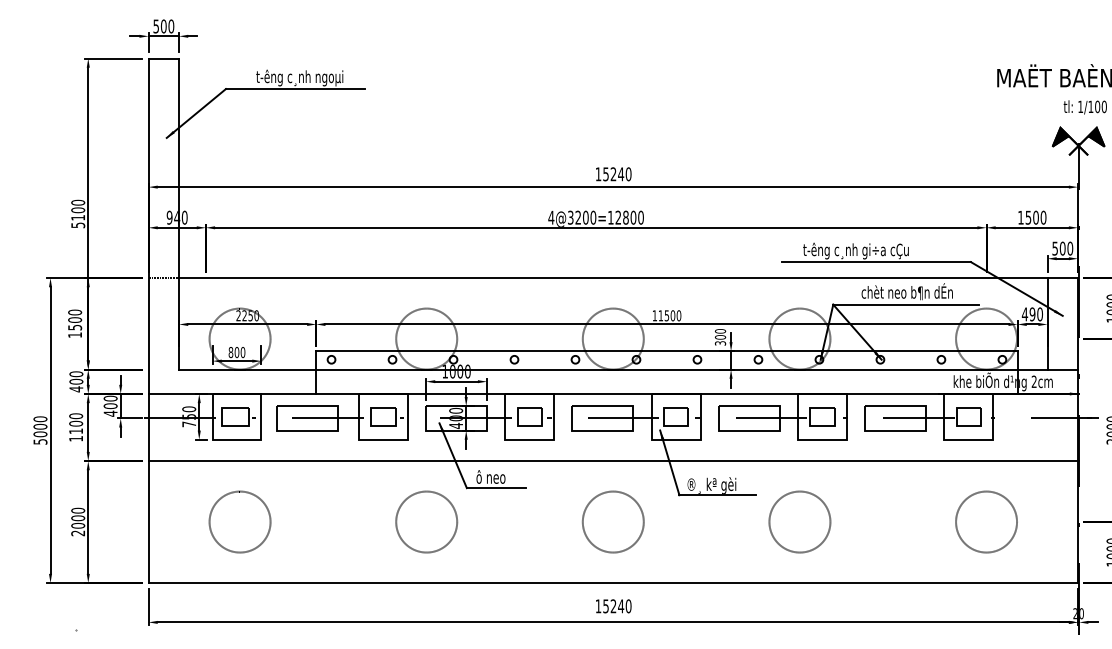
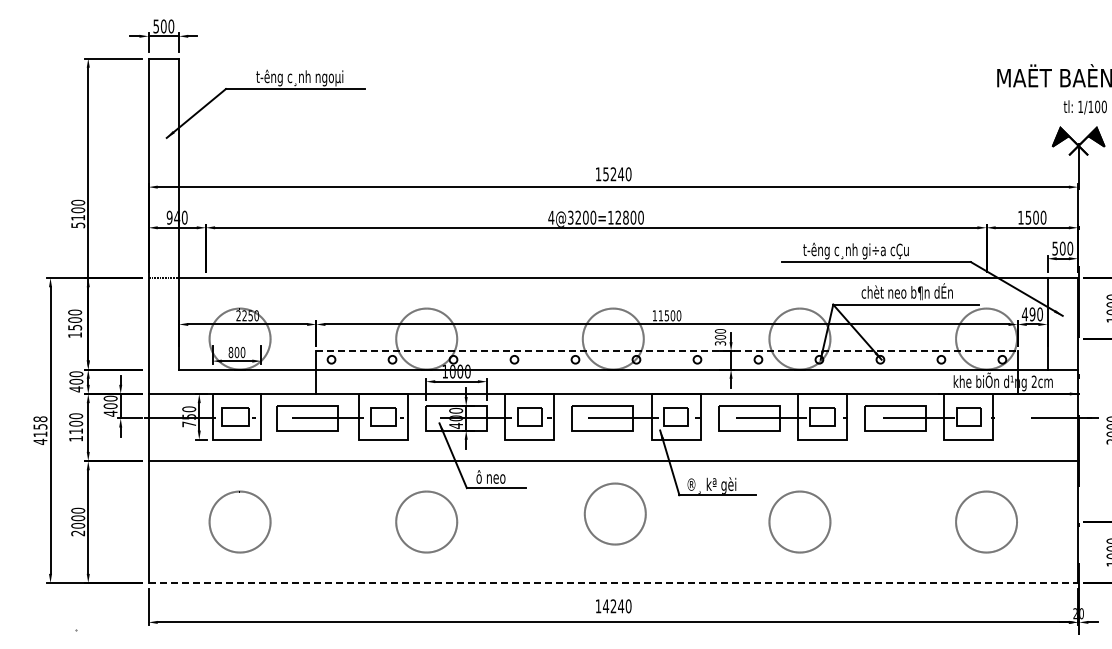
line at (666, 351): solid -> dashed
text at (40, 430): 5000 -> 4158
part at (613, 521) position: (613, 521) -> (615, 513)
line at (613, 583): solid -> dashed
text at (605, 606): 15240 -> 14240
